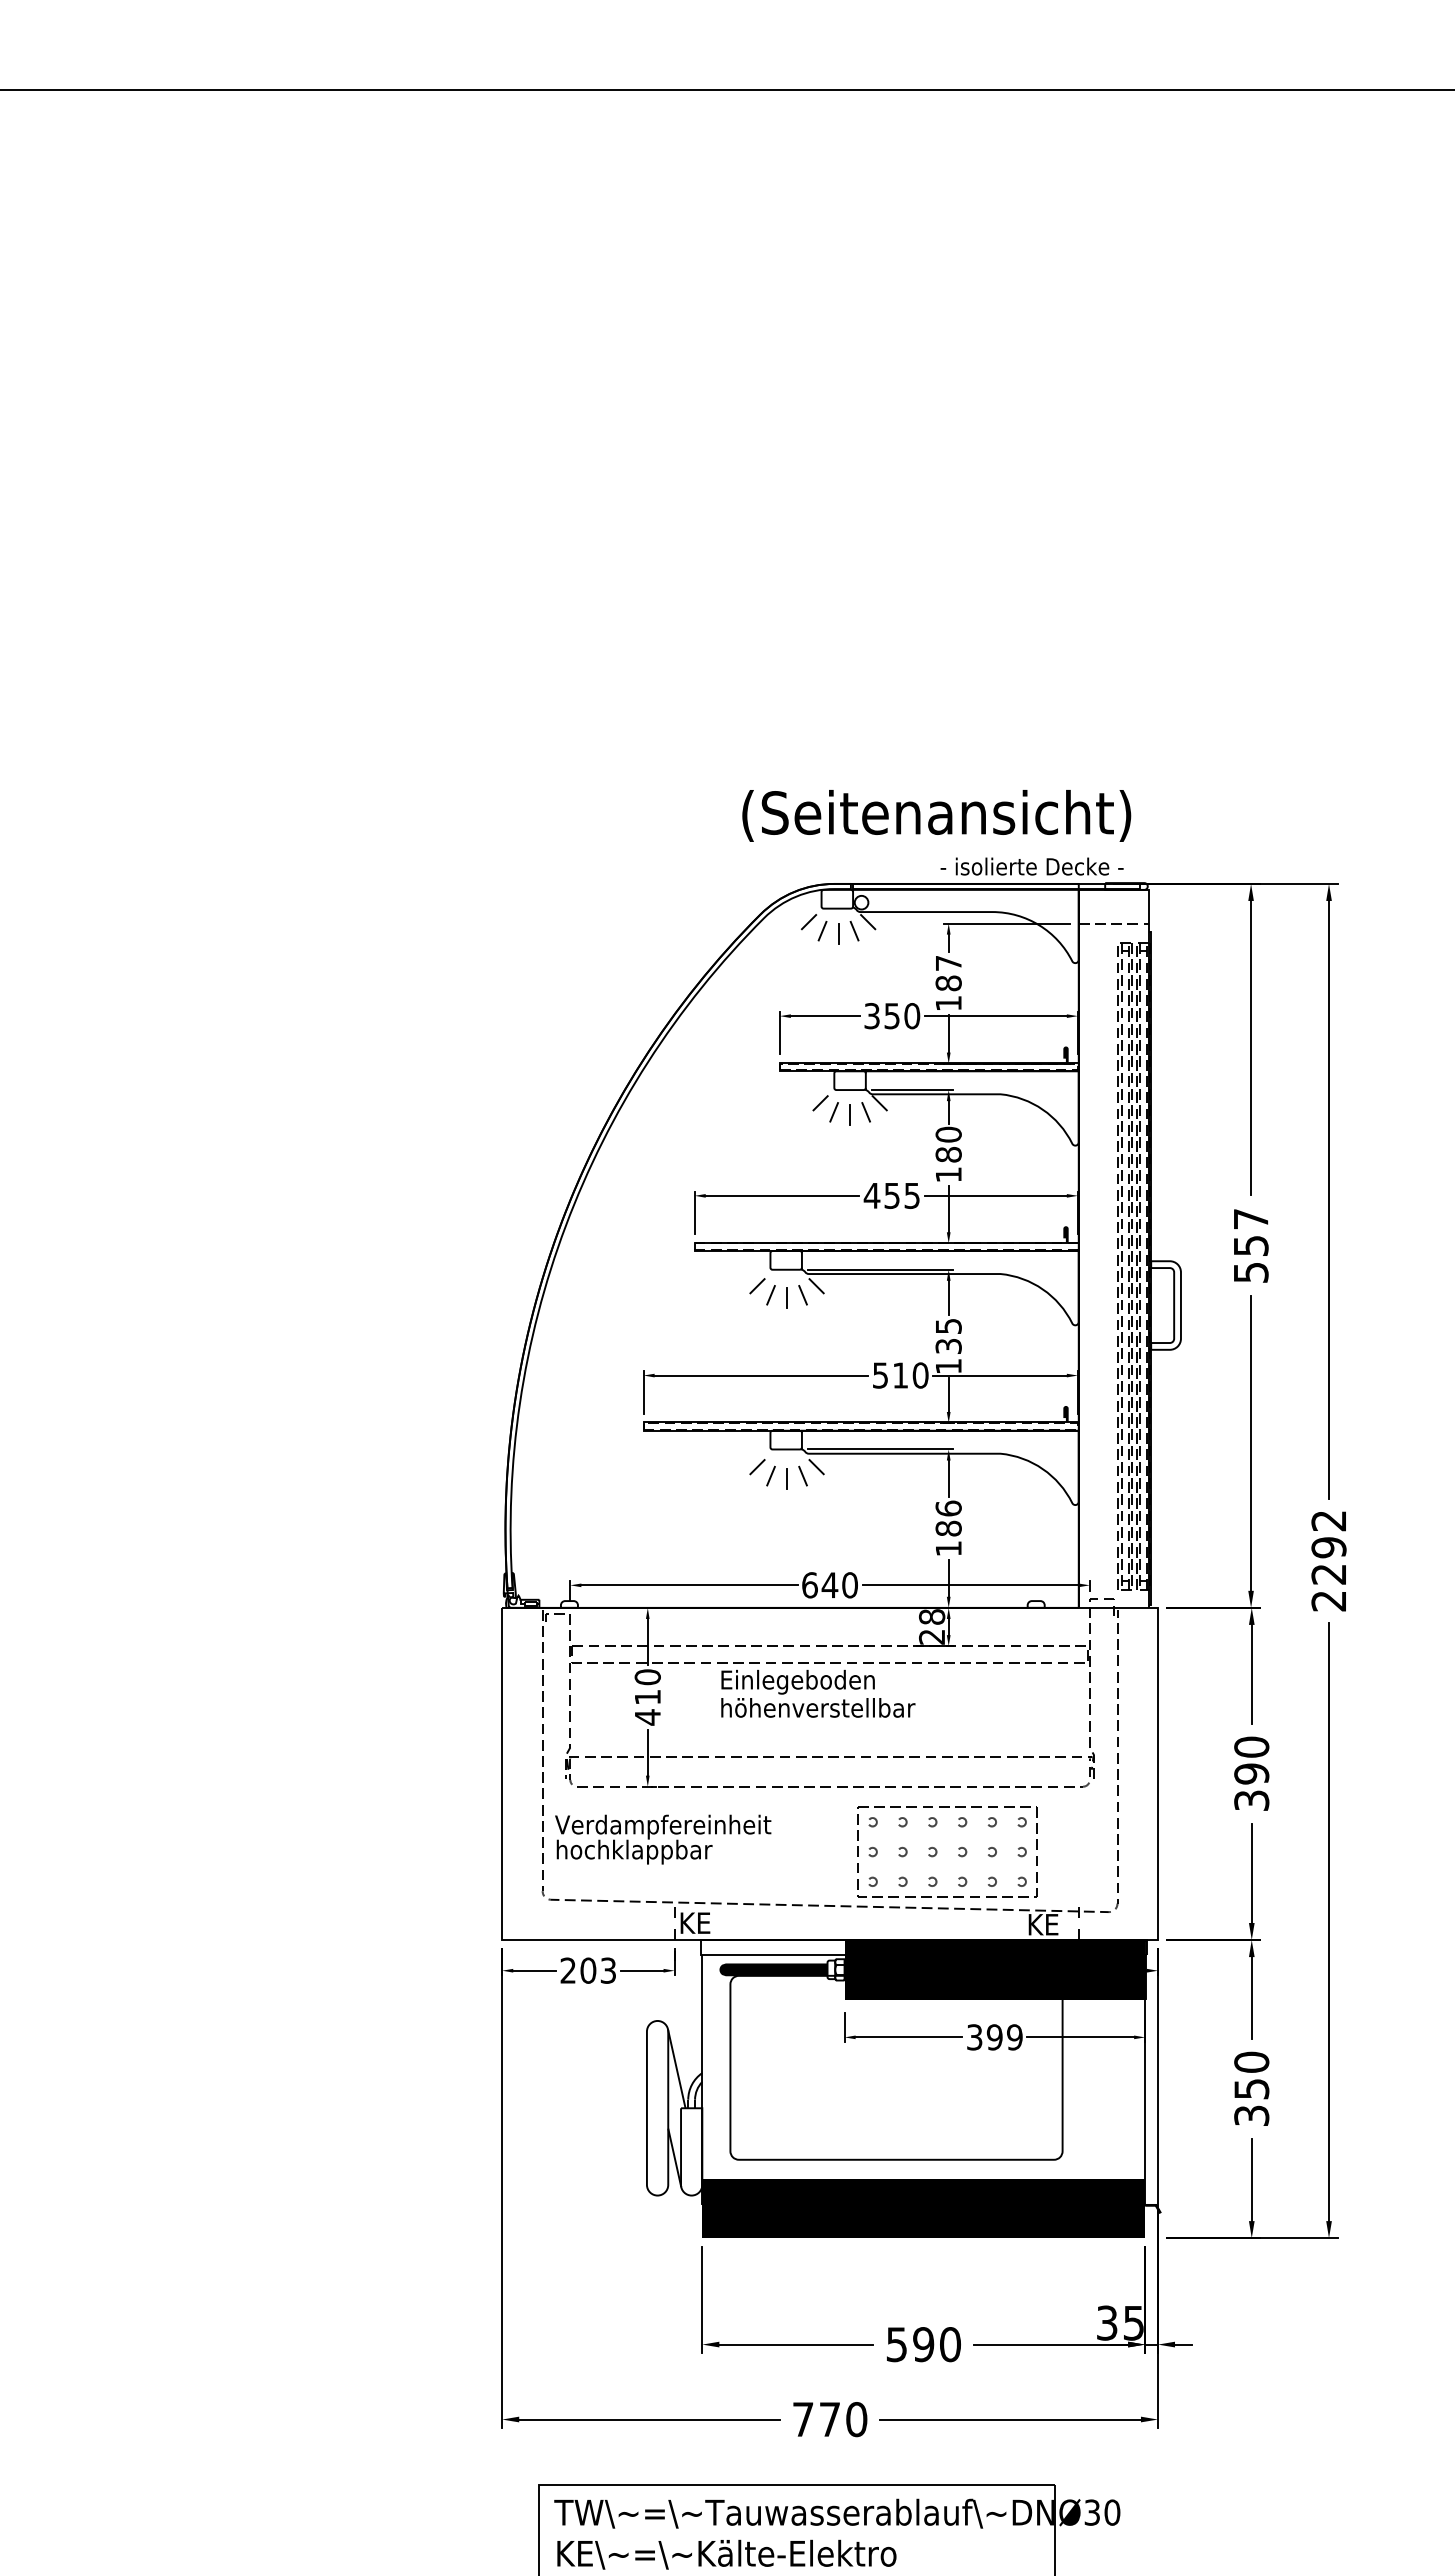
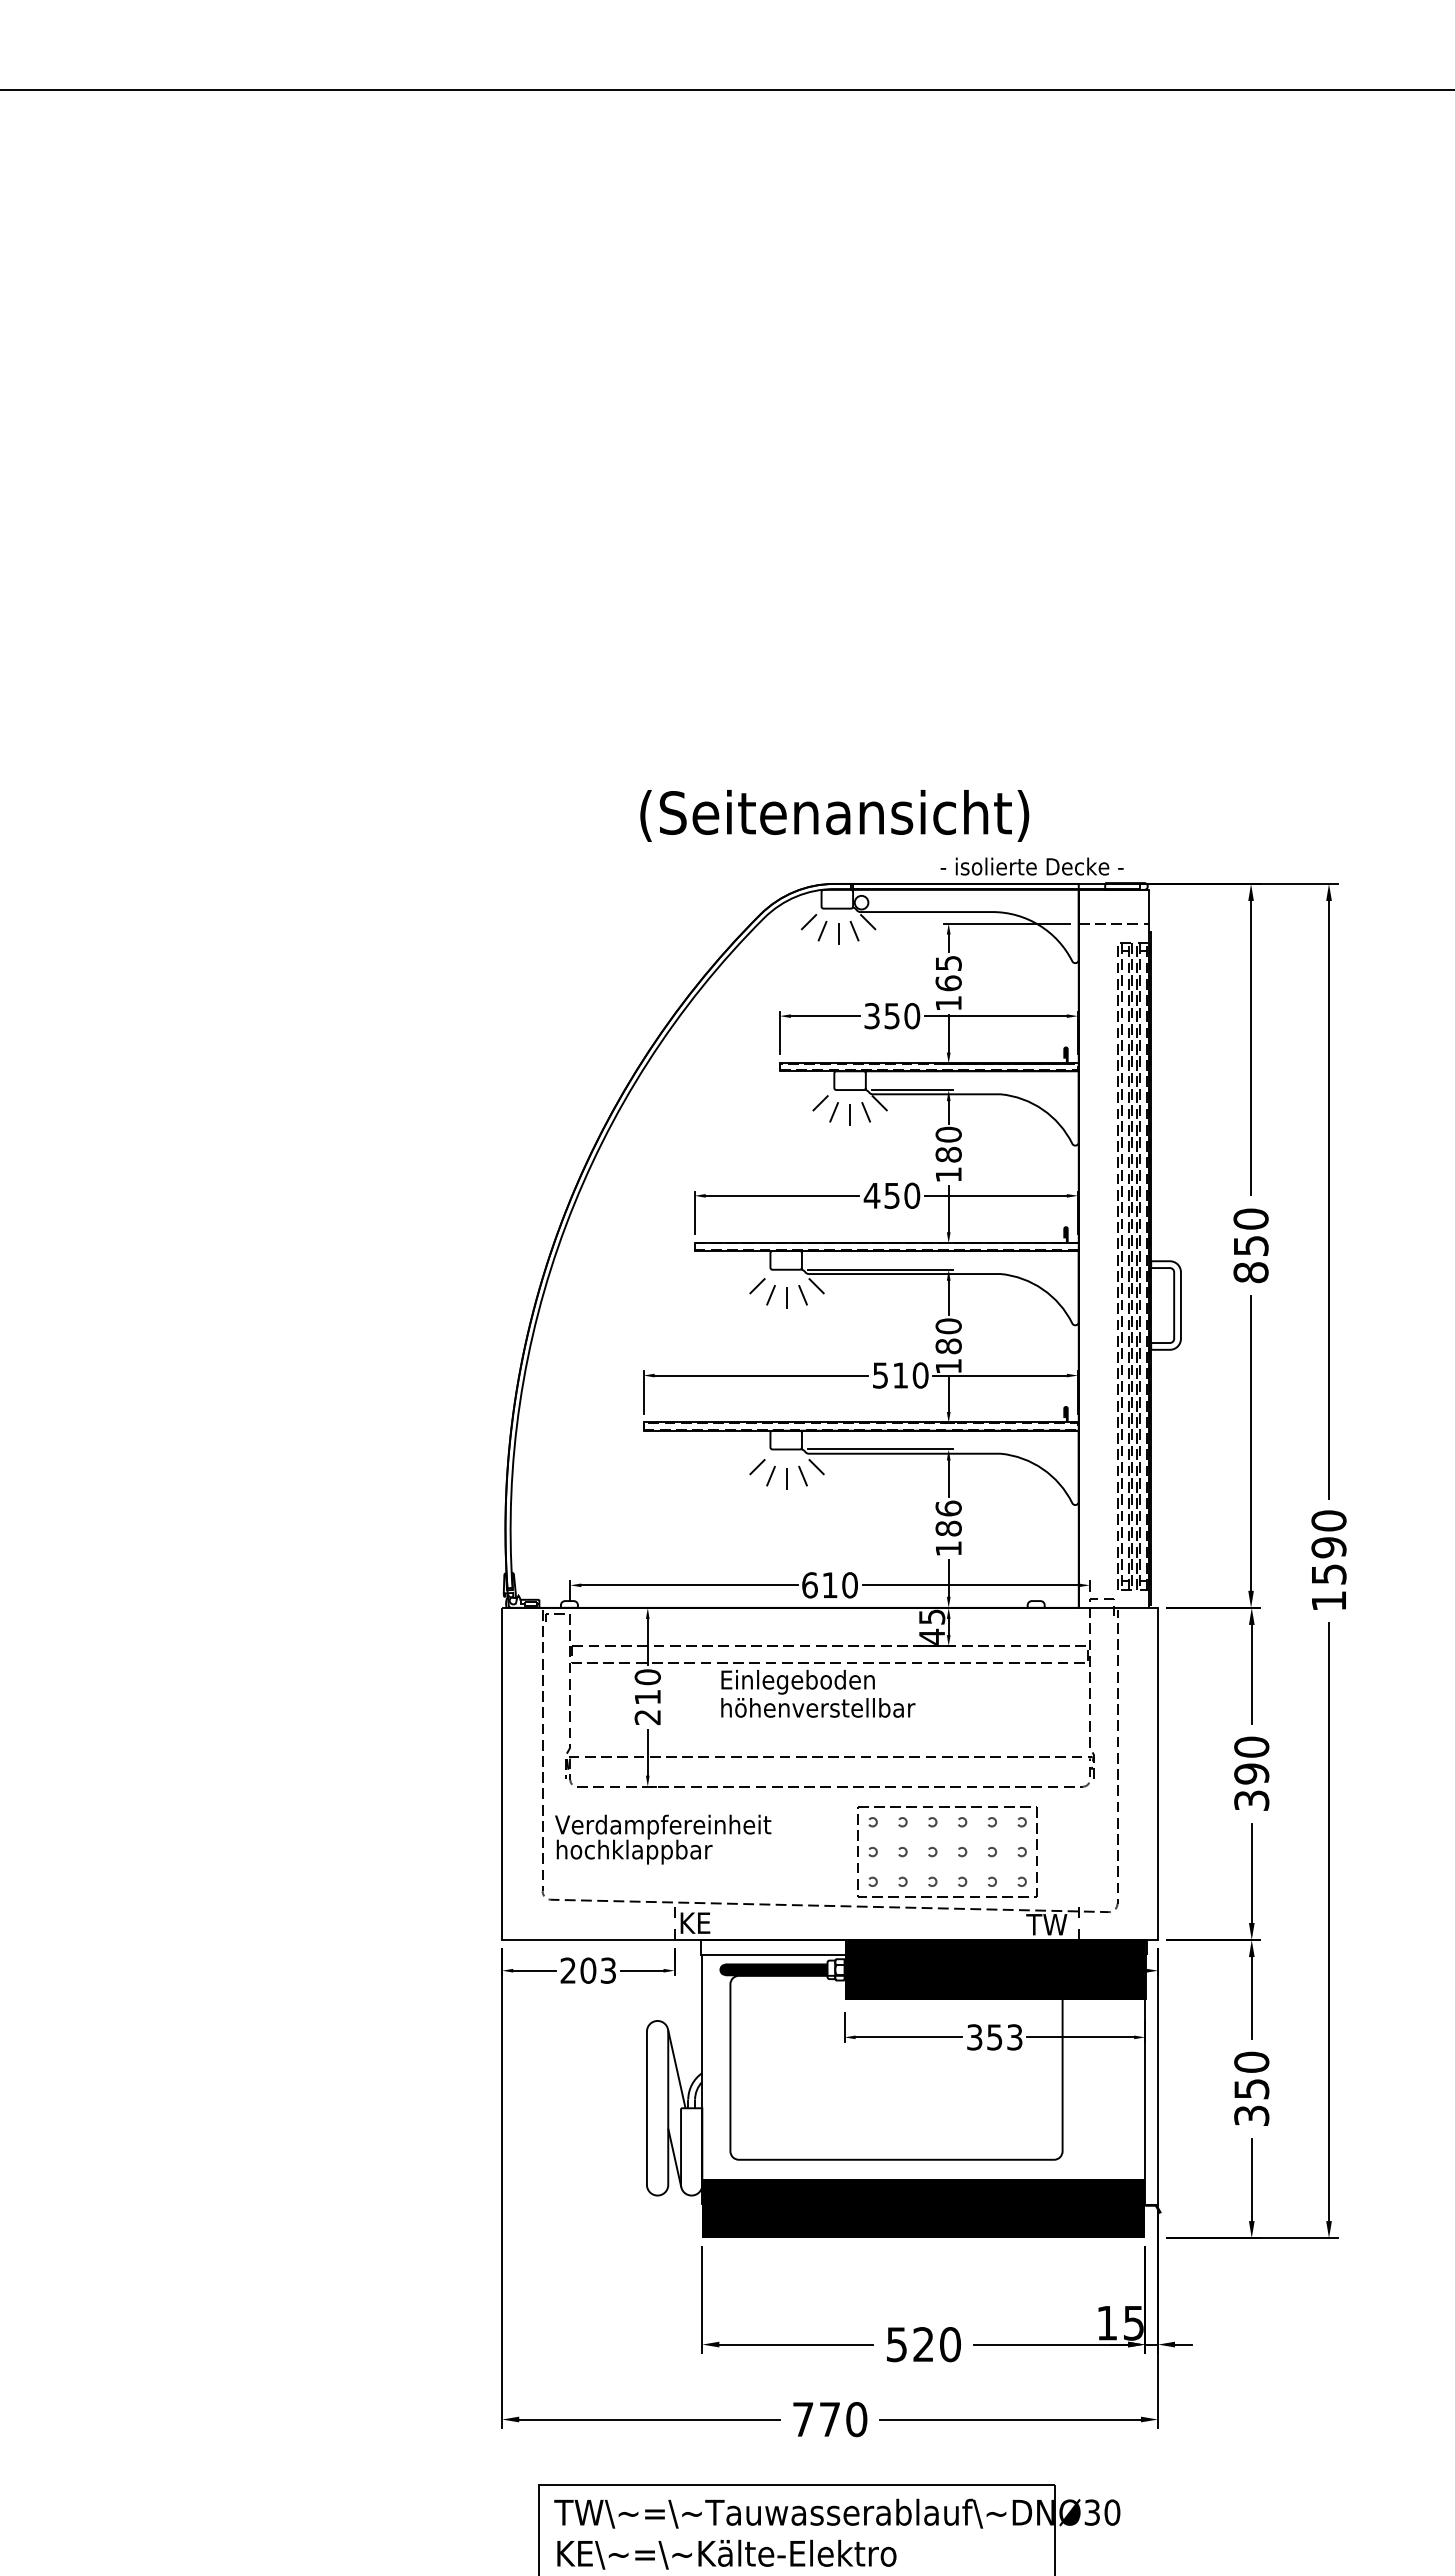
text at (936, 815) position: (936, 815) -> (834, 815)
text at (948, 973): 187 -> 165
text at (912, 1195): 455 -> 450
text at (1250, 1245): 557 -> 850
text at (948, 1336): 135 -> 180
text at (1328, 1560): 2292 -> 1590
text at (829, 1584): 640 -> 610
text at (932, 1626): 28 -> 45
text at (647, 1717): 410 -> 210
text at (1046, 1924): KE -> TW
text at (1004, 2037): 399 -> 353
text at (1107, 2322): 35 -> 15
text at (923, 2344): 590 -> 520
